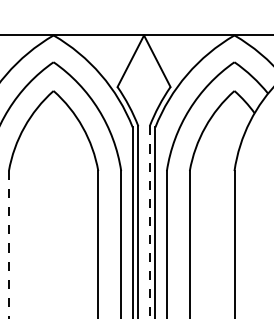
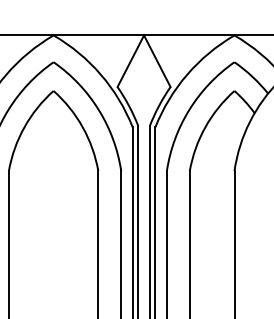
line at (149, 222): dashed -> solid
line at (8, 245): dashed -> solid
